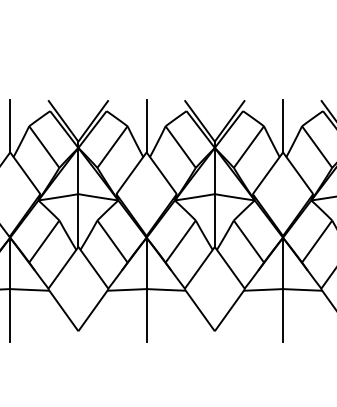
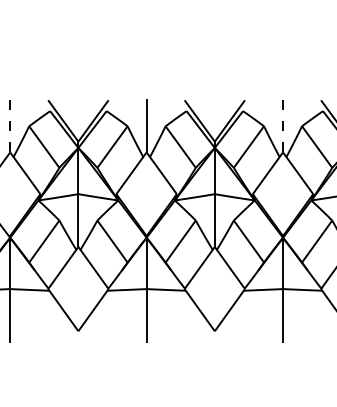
line at (10, 125): solid -> dashed
line at (283, 125): solid -> dashed
